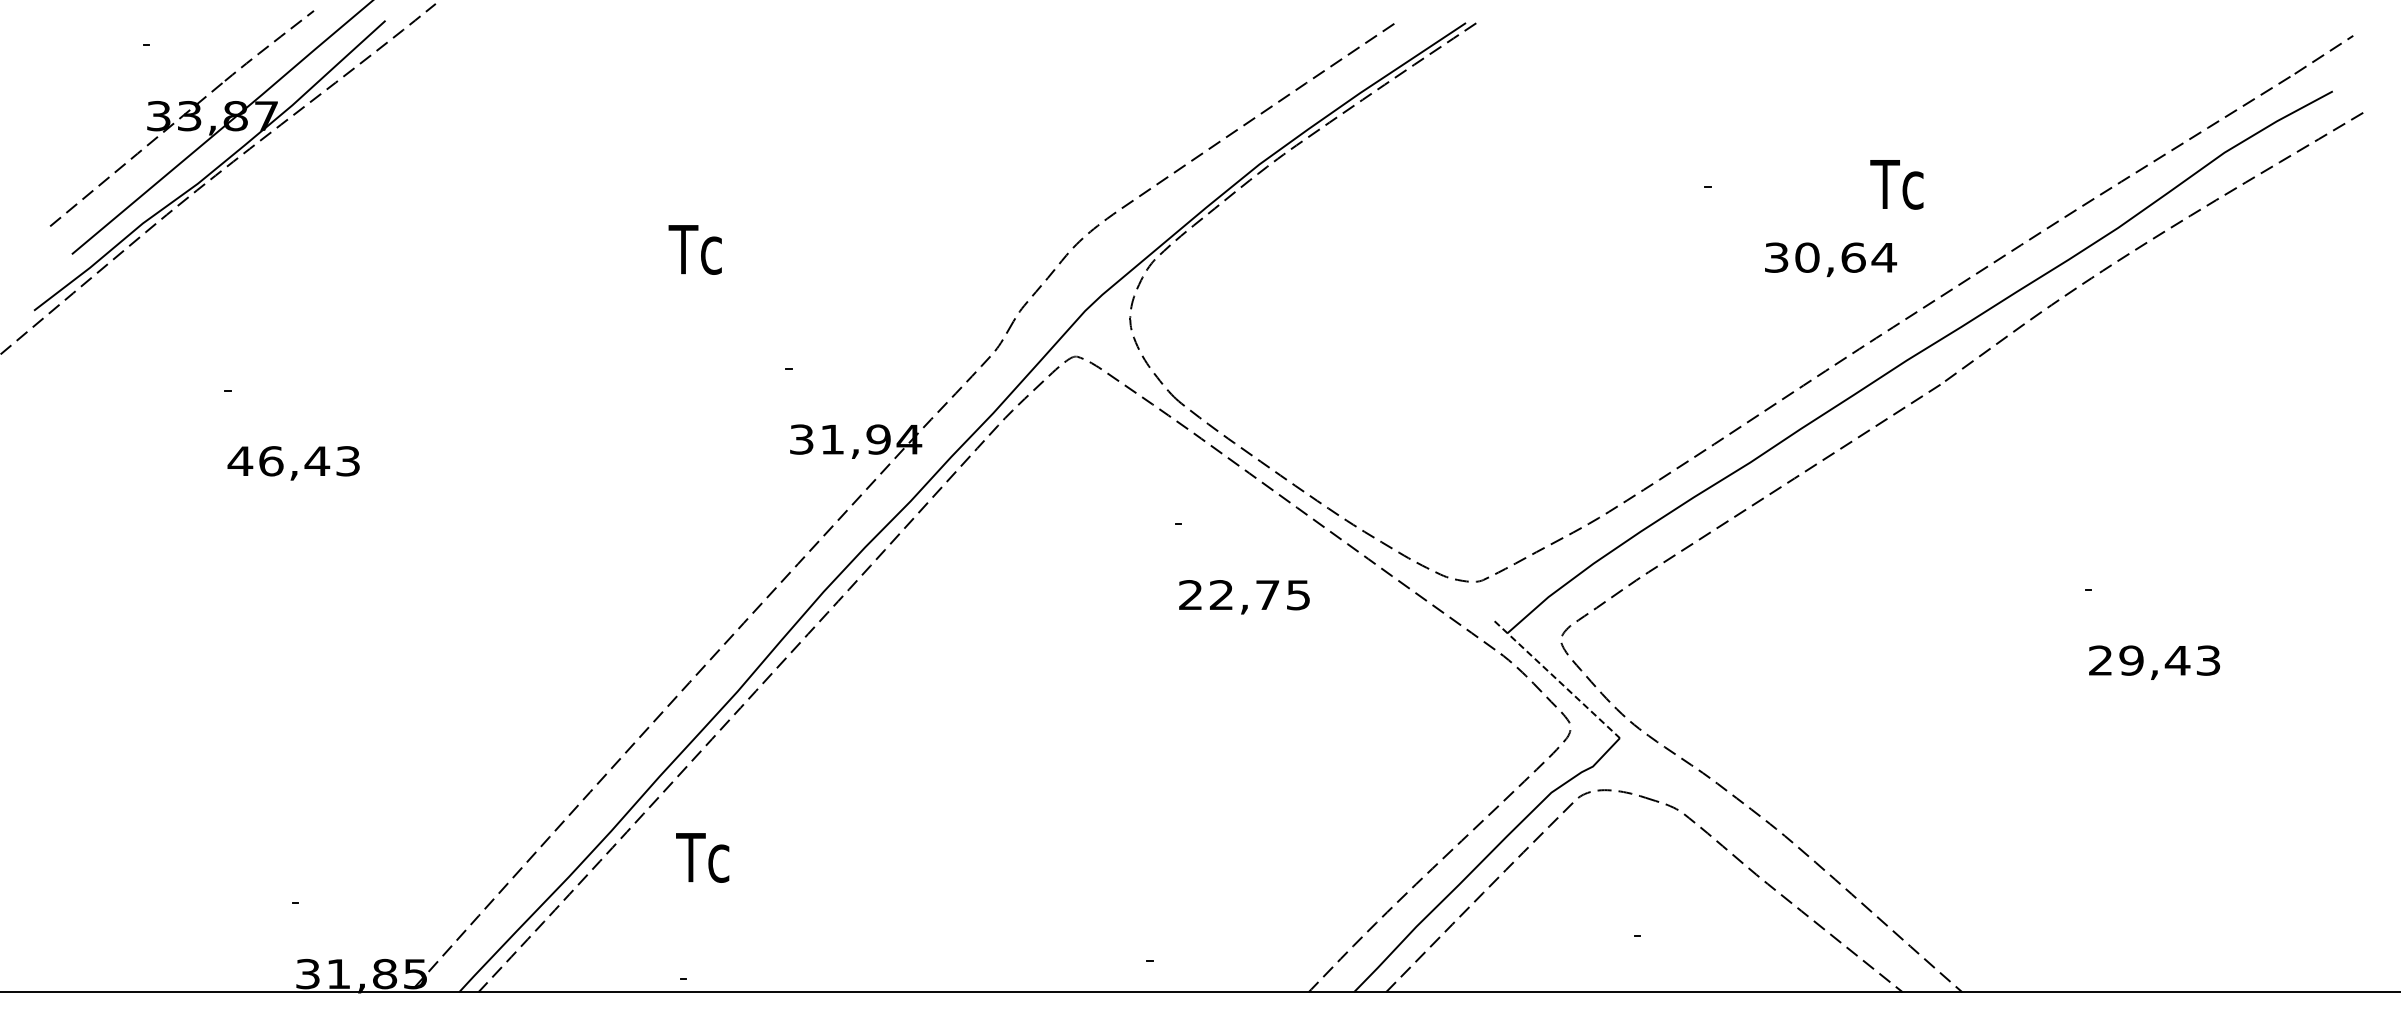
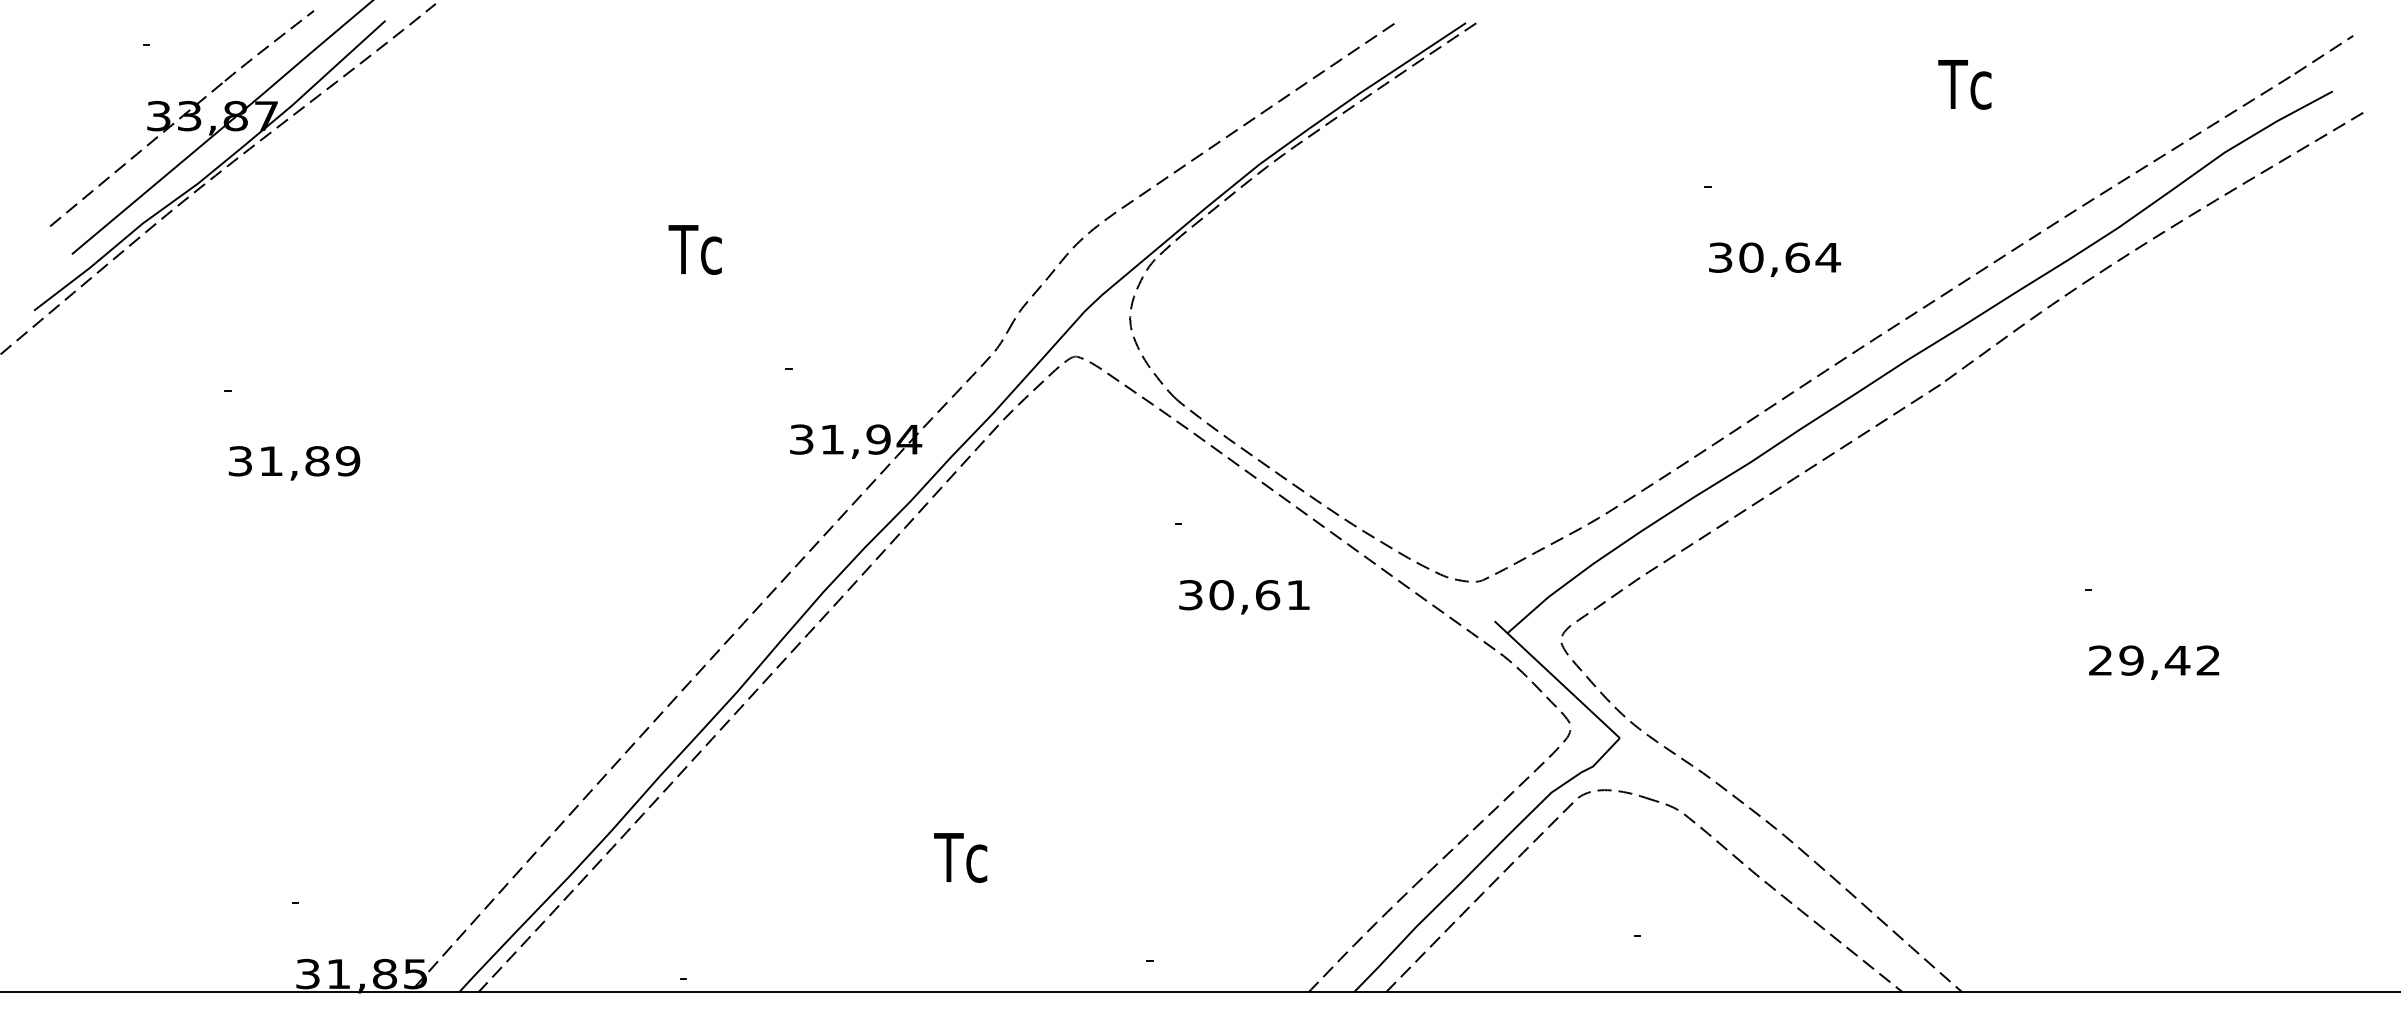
text at (1896, 184) position: (1896, 184) -> (1964, 84)
text at (1831, 259) position: (1831, 259) -> (1775, 259)
text at (293, 461): 46,43 -> 31,89
text at (1244, 595): 22,75 -> 30,61
text at (2208, 660): 29,43 -> 29,42
line at (1557, 679): dashed -> solid
text at (702, 857) position: (702, 857) -> (960, 857)
